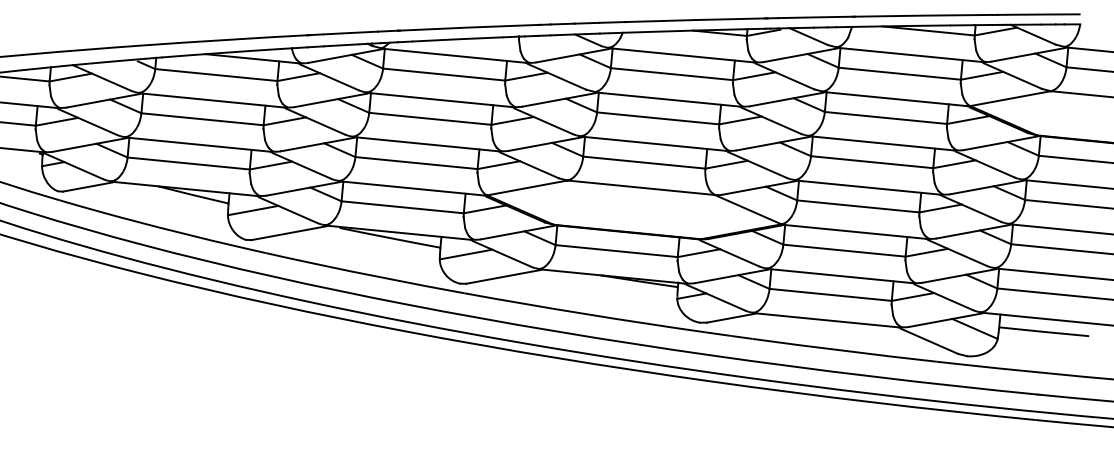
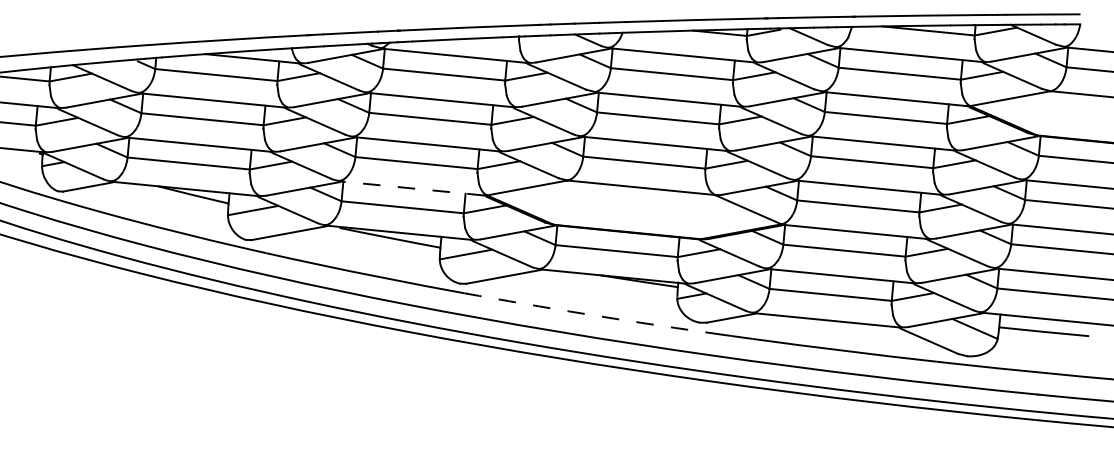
line at (413, 188): solid -> dashed
arc at (584, 313): solid -> dashed
